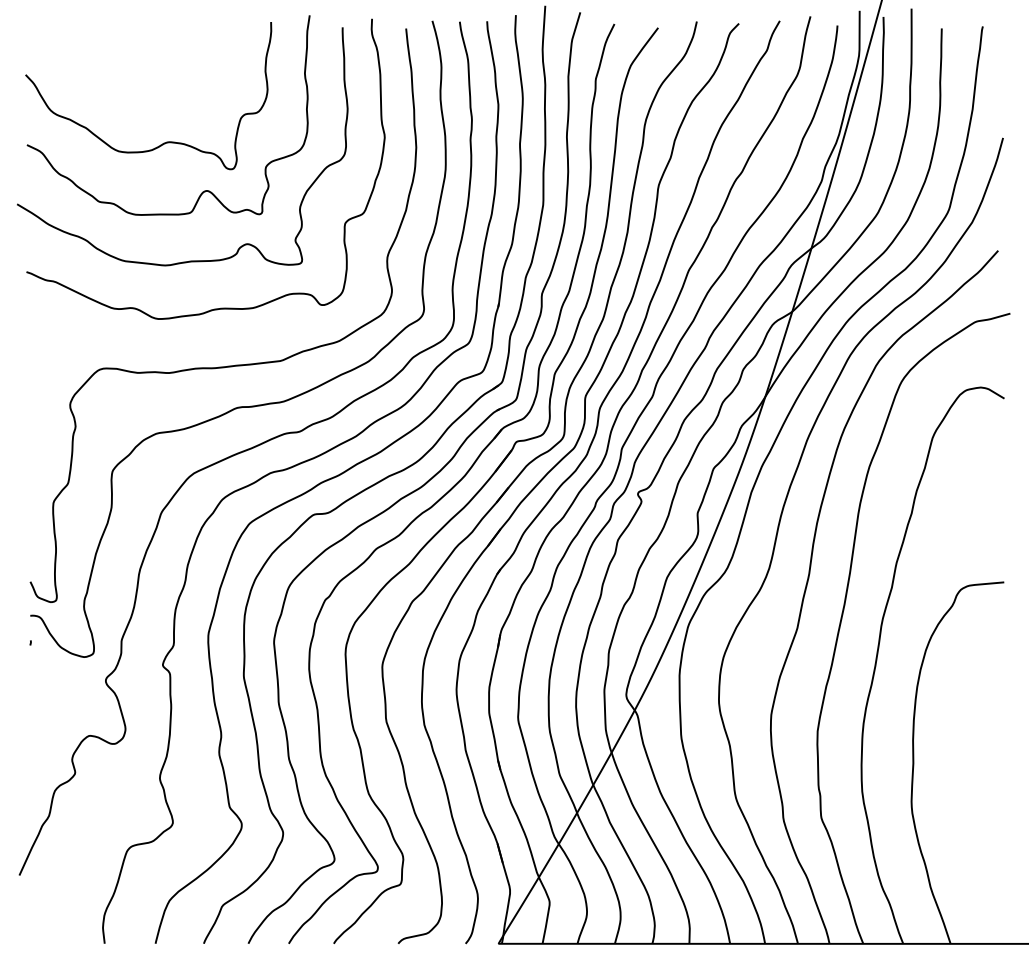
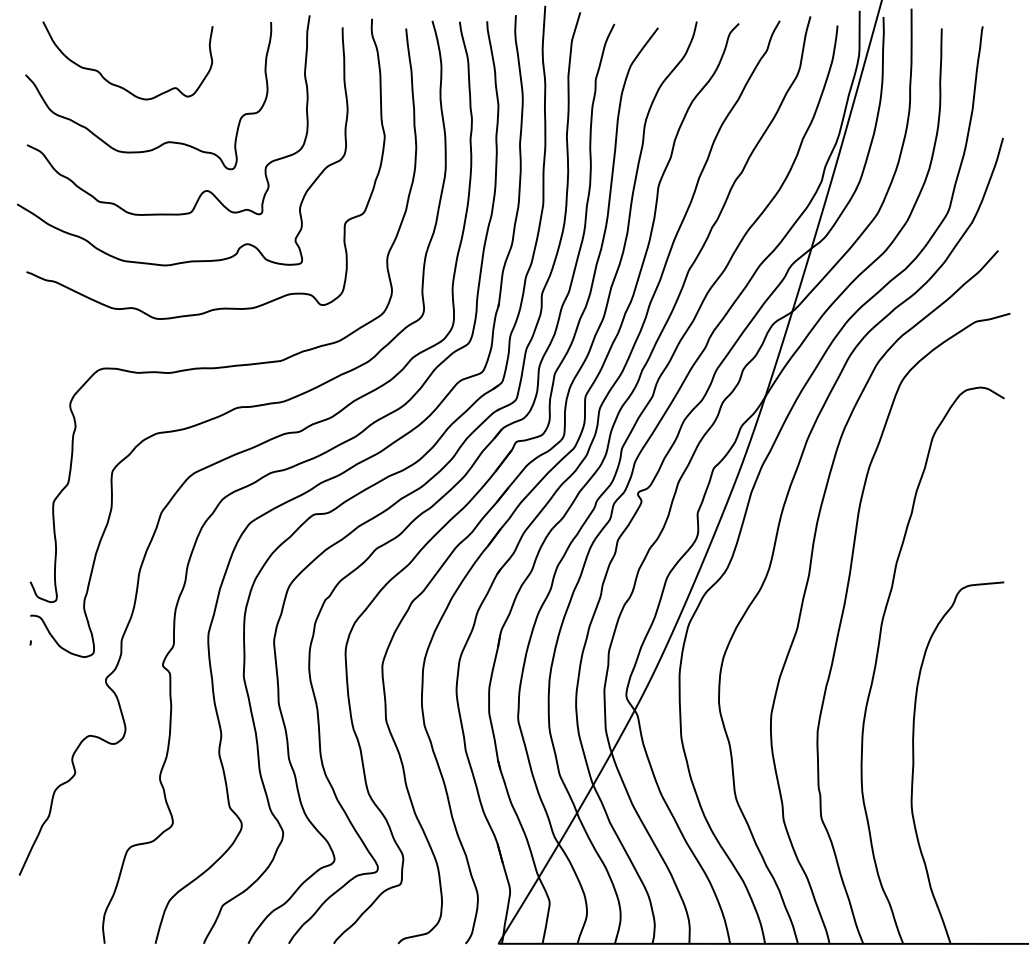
curve at (119, 85): none -> present
